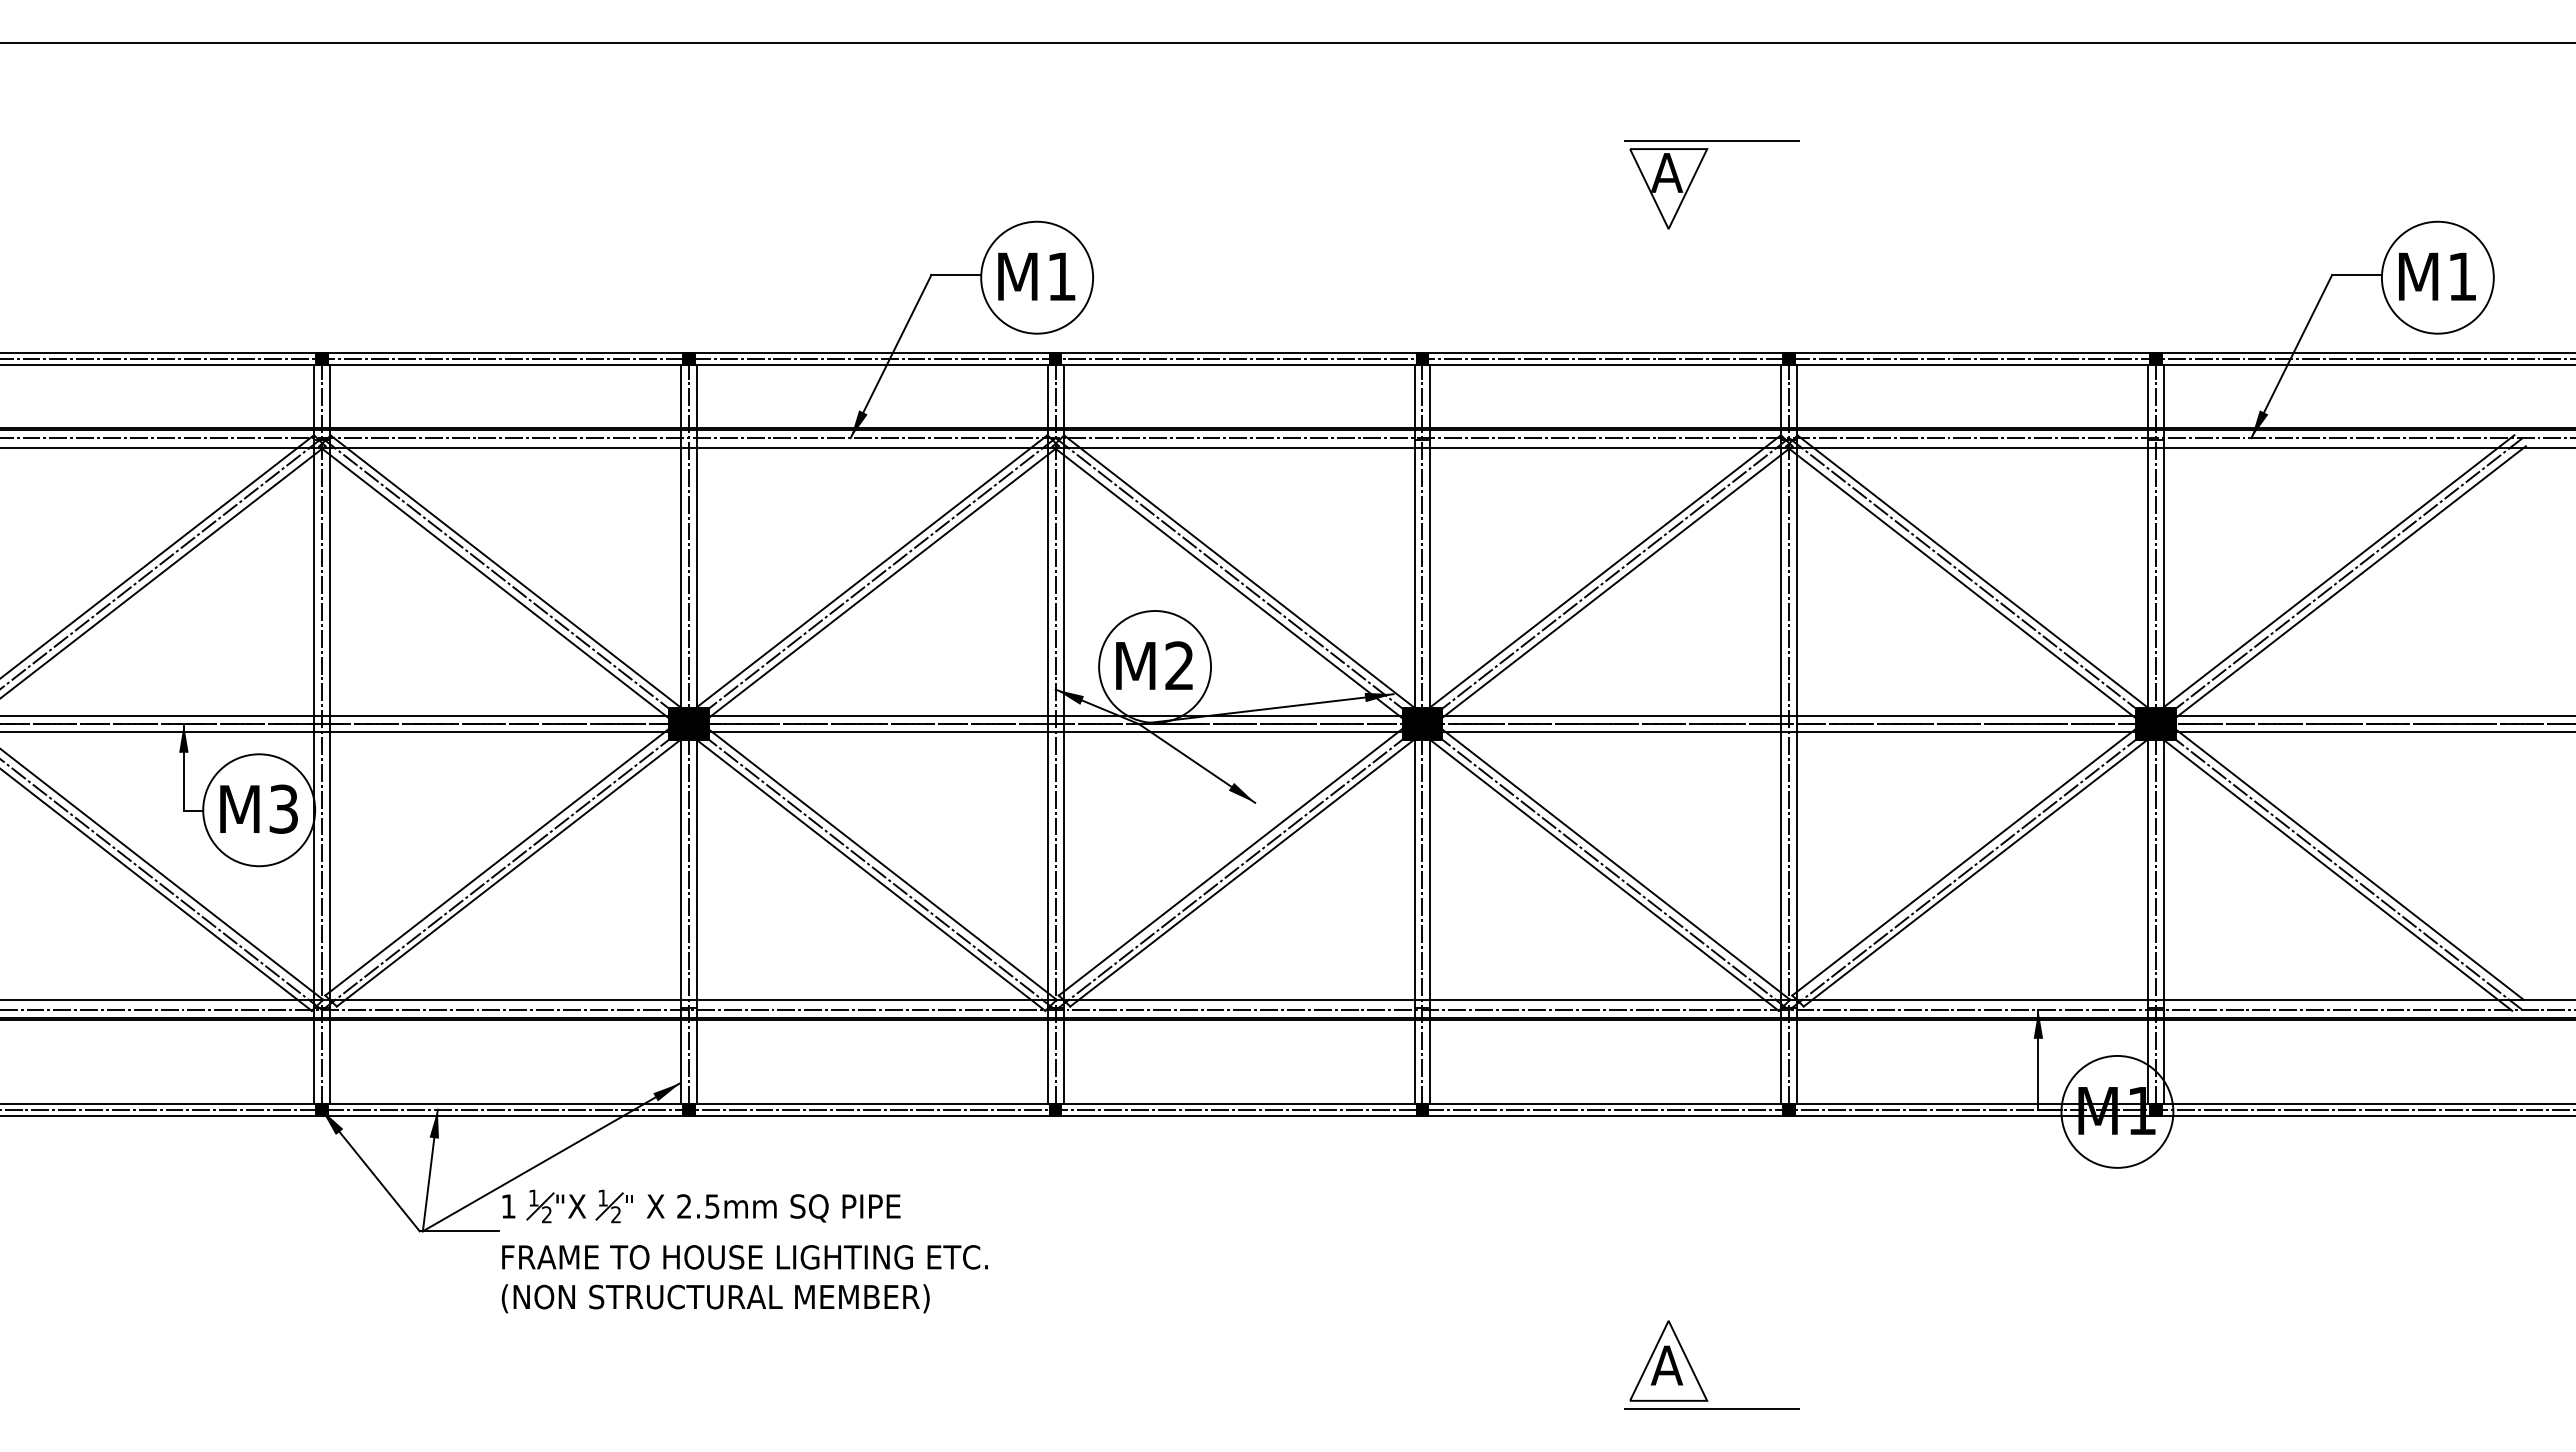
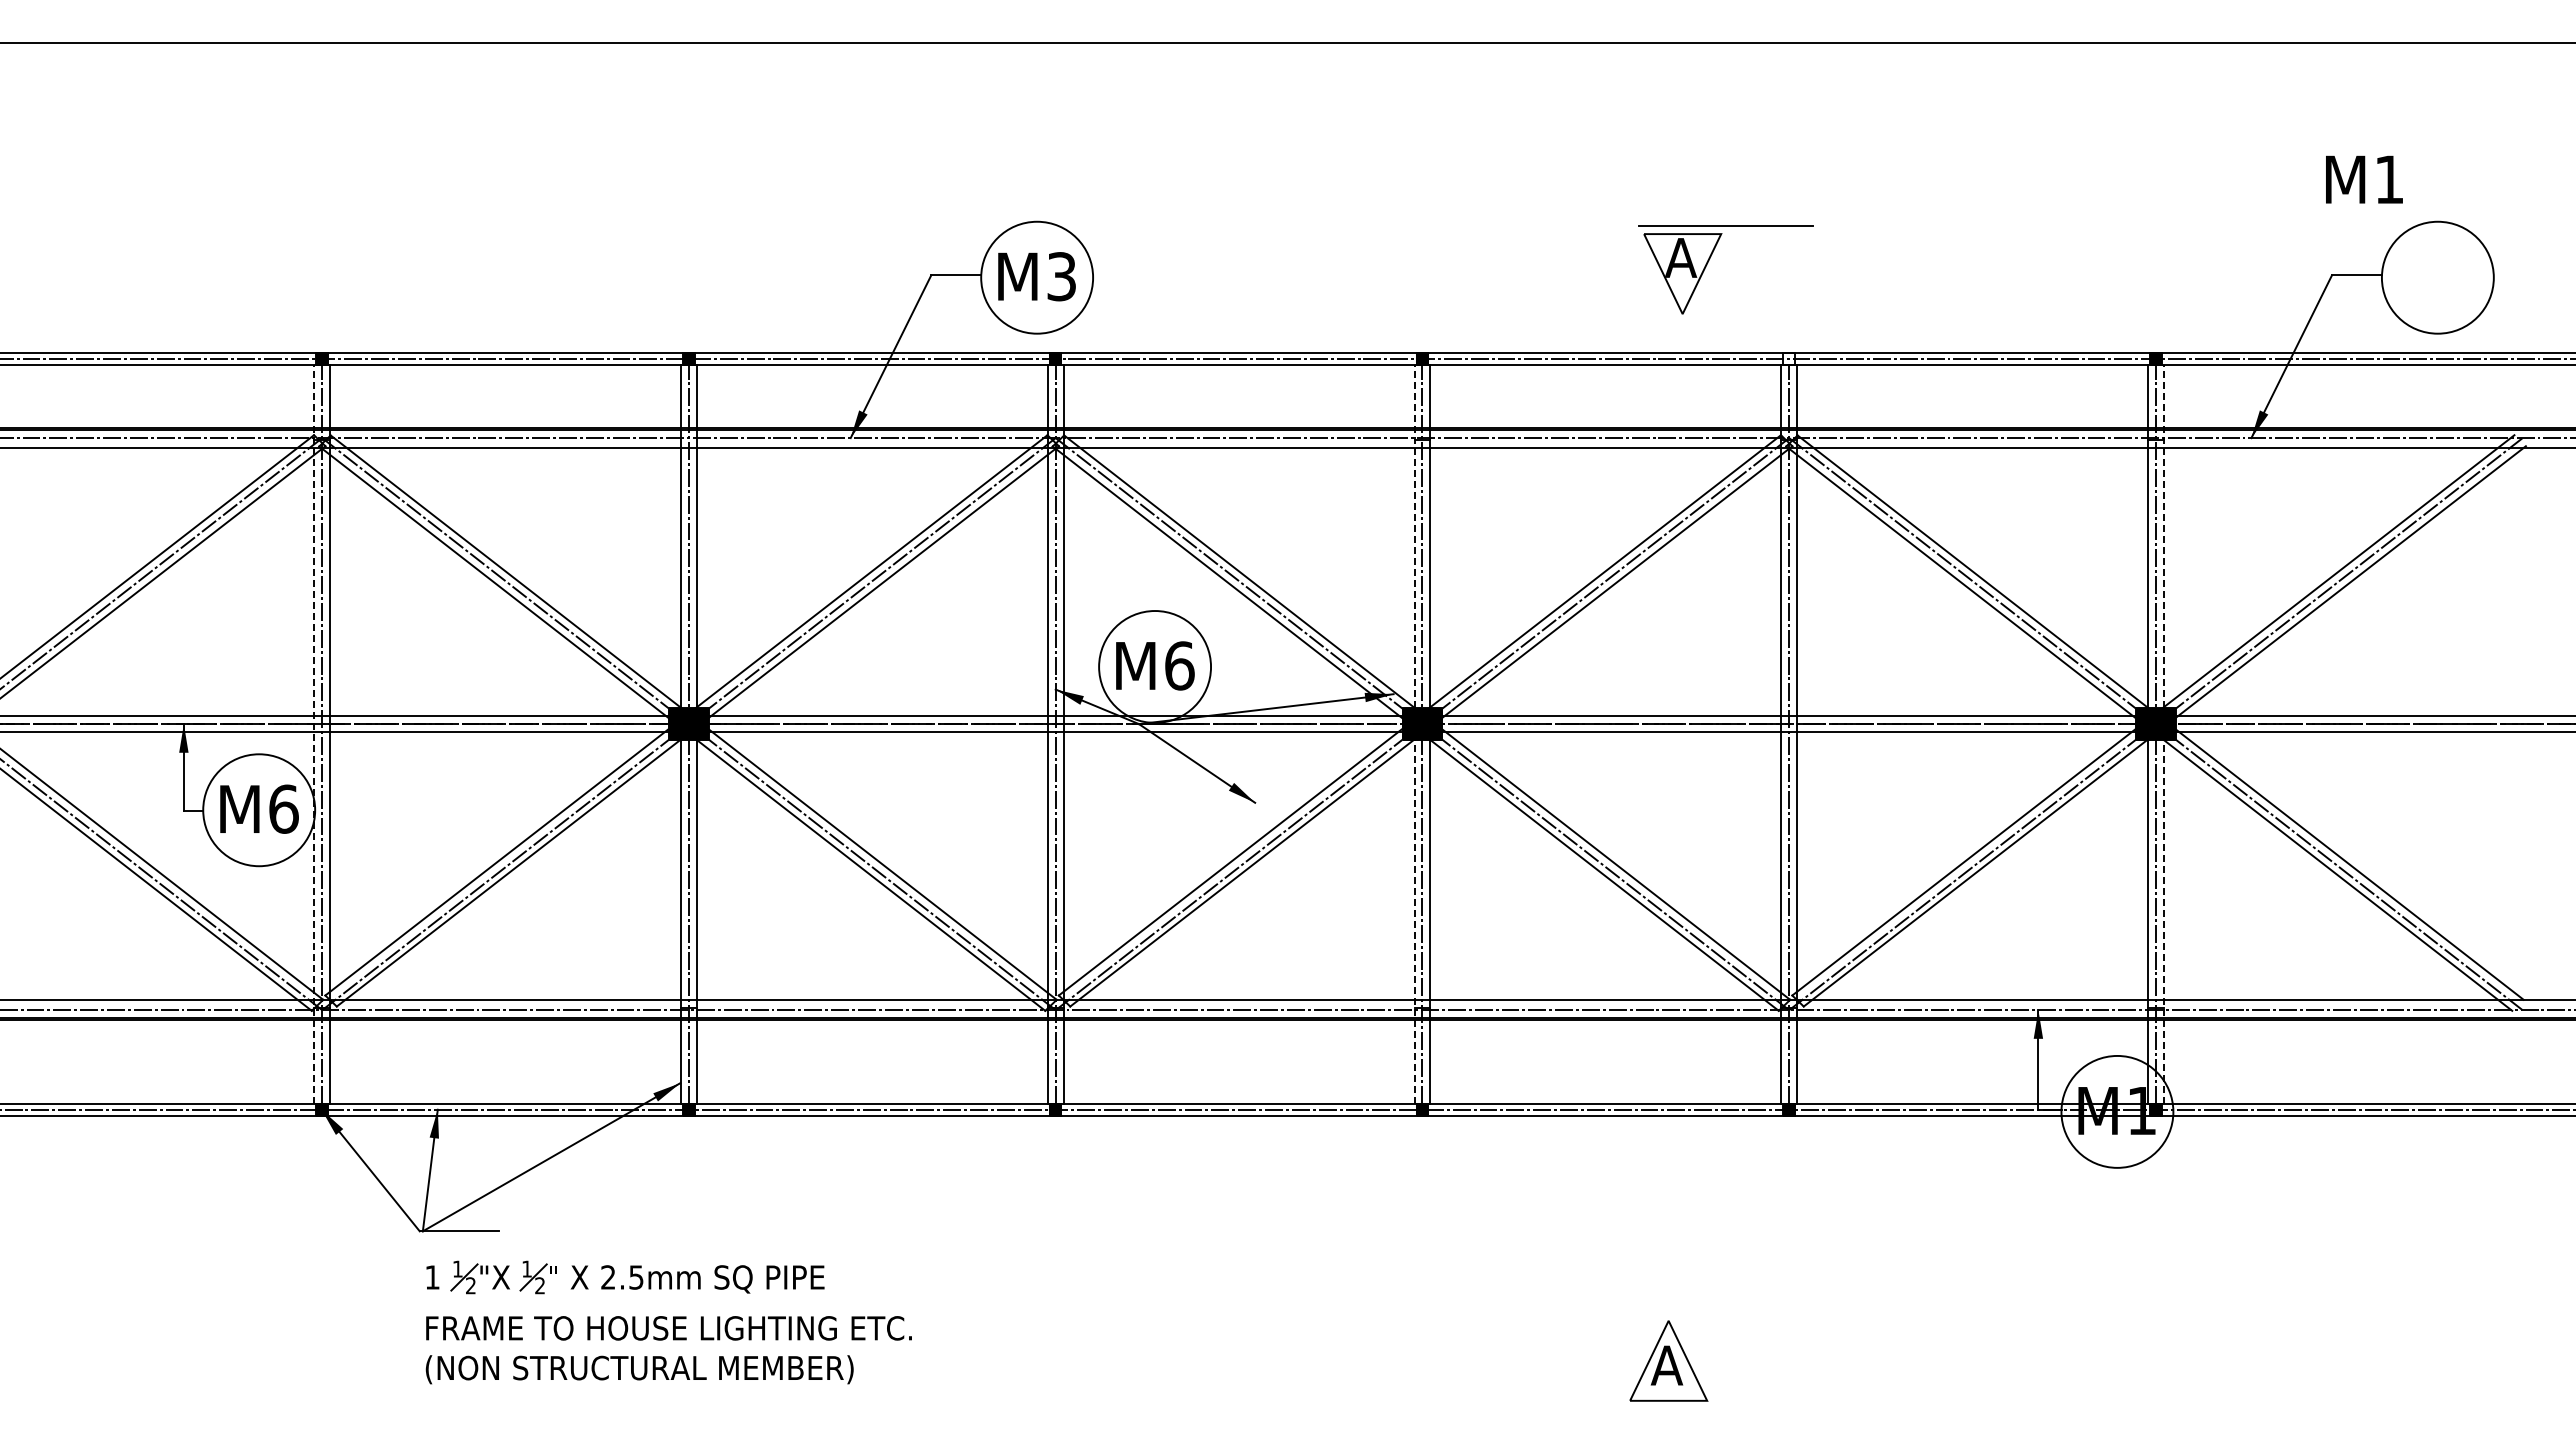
part at (1694, 178) position: (1694, 178) -> (1708, 263)
text at (1061, 276): M1 -> M3
text at (2437, 276) position: (2437, 276) -> (2364, 179)
hatch at (1789, 358): present -> none
text at (1179, 665): M2 -> M6
line at (314, 733): solid -> dashed
line at (1414, 733): solid -> dashed
line at (2163, 733): solid -> dashed
text at (283, 808): M3 -> M6
part at (744, 1251) position: (744, 1251) -> (668, 1322)
line at (1711, 1408): present -> none
